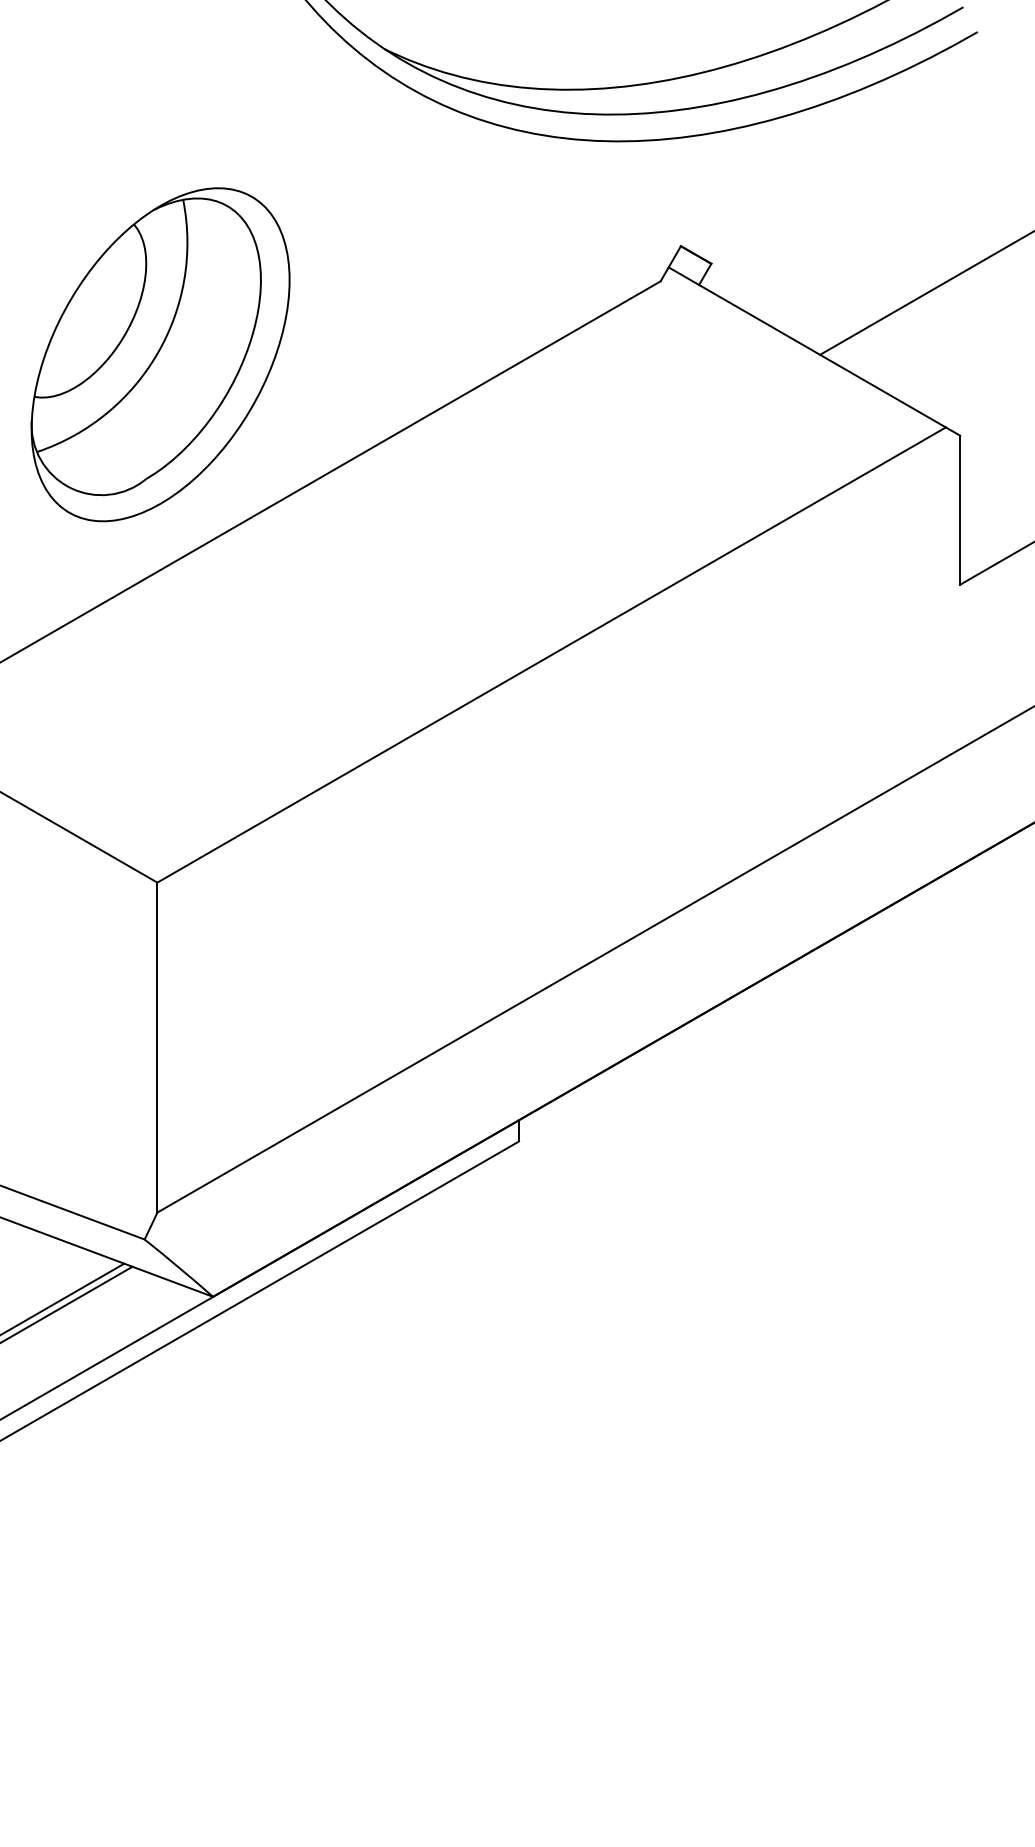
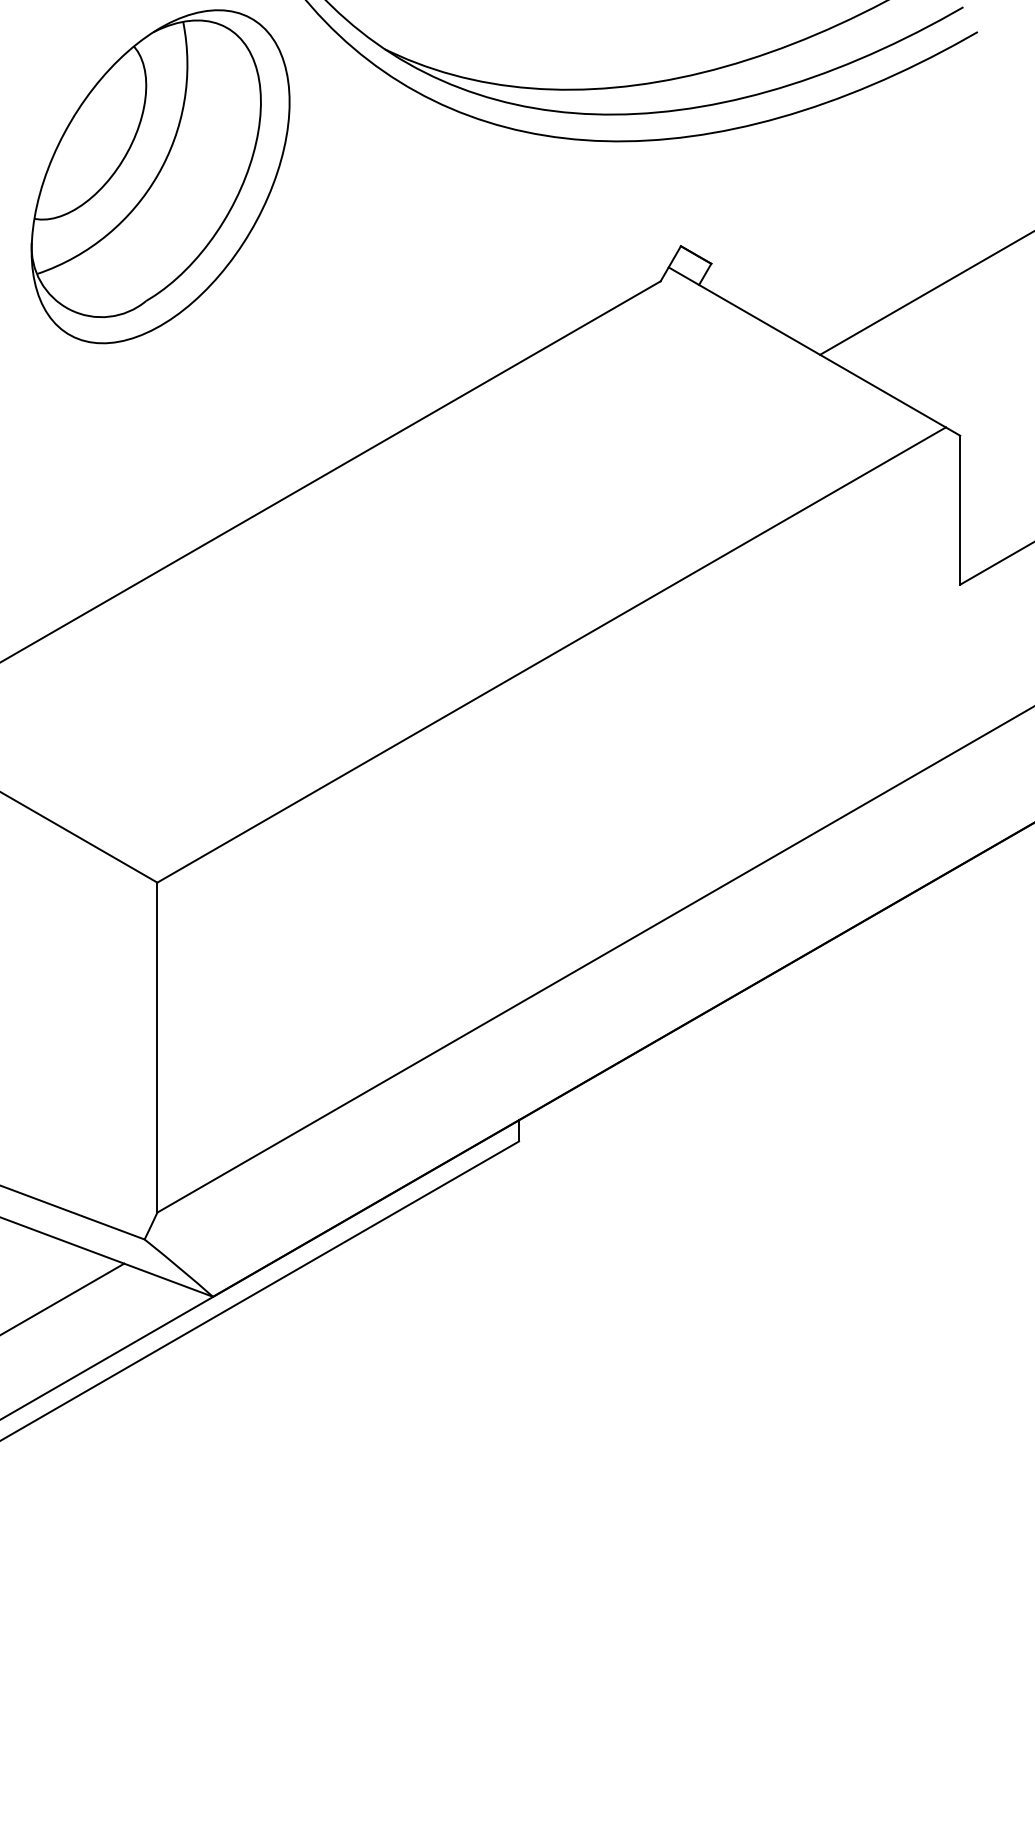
part at (160, 354) position: (160, 354) -> (160, 176)
line at (67, 1303): present -> none
